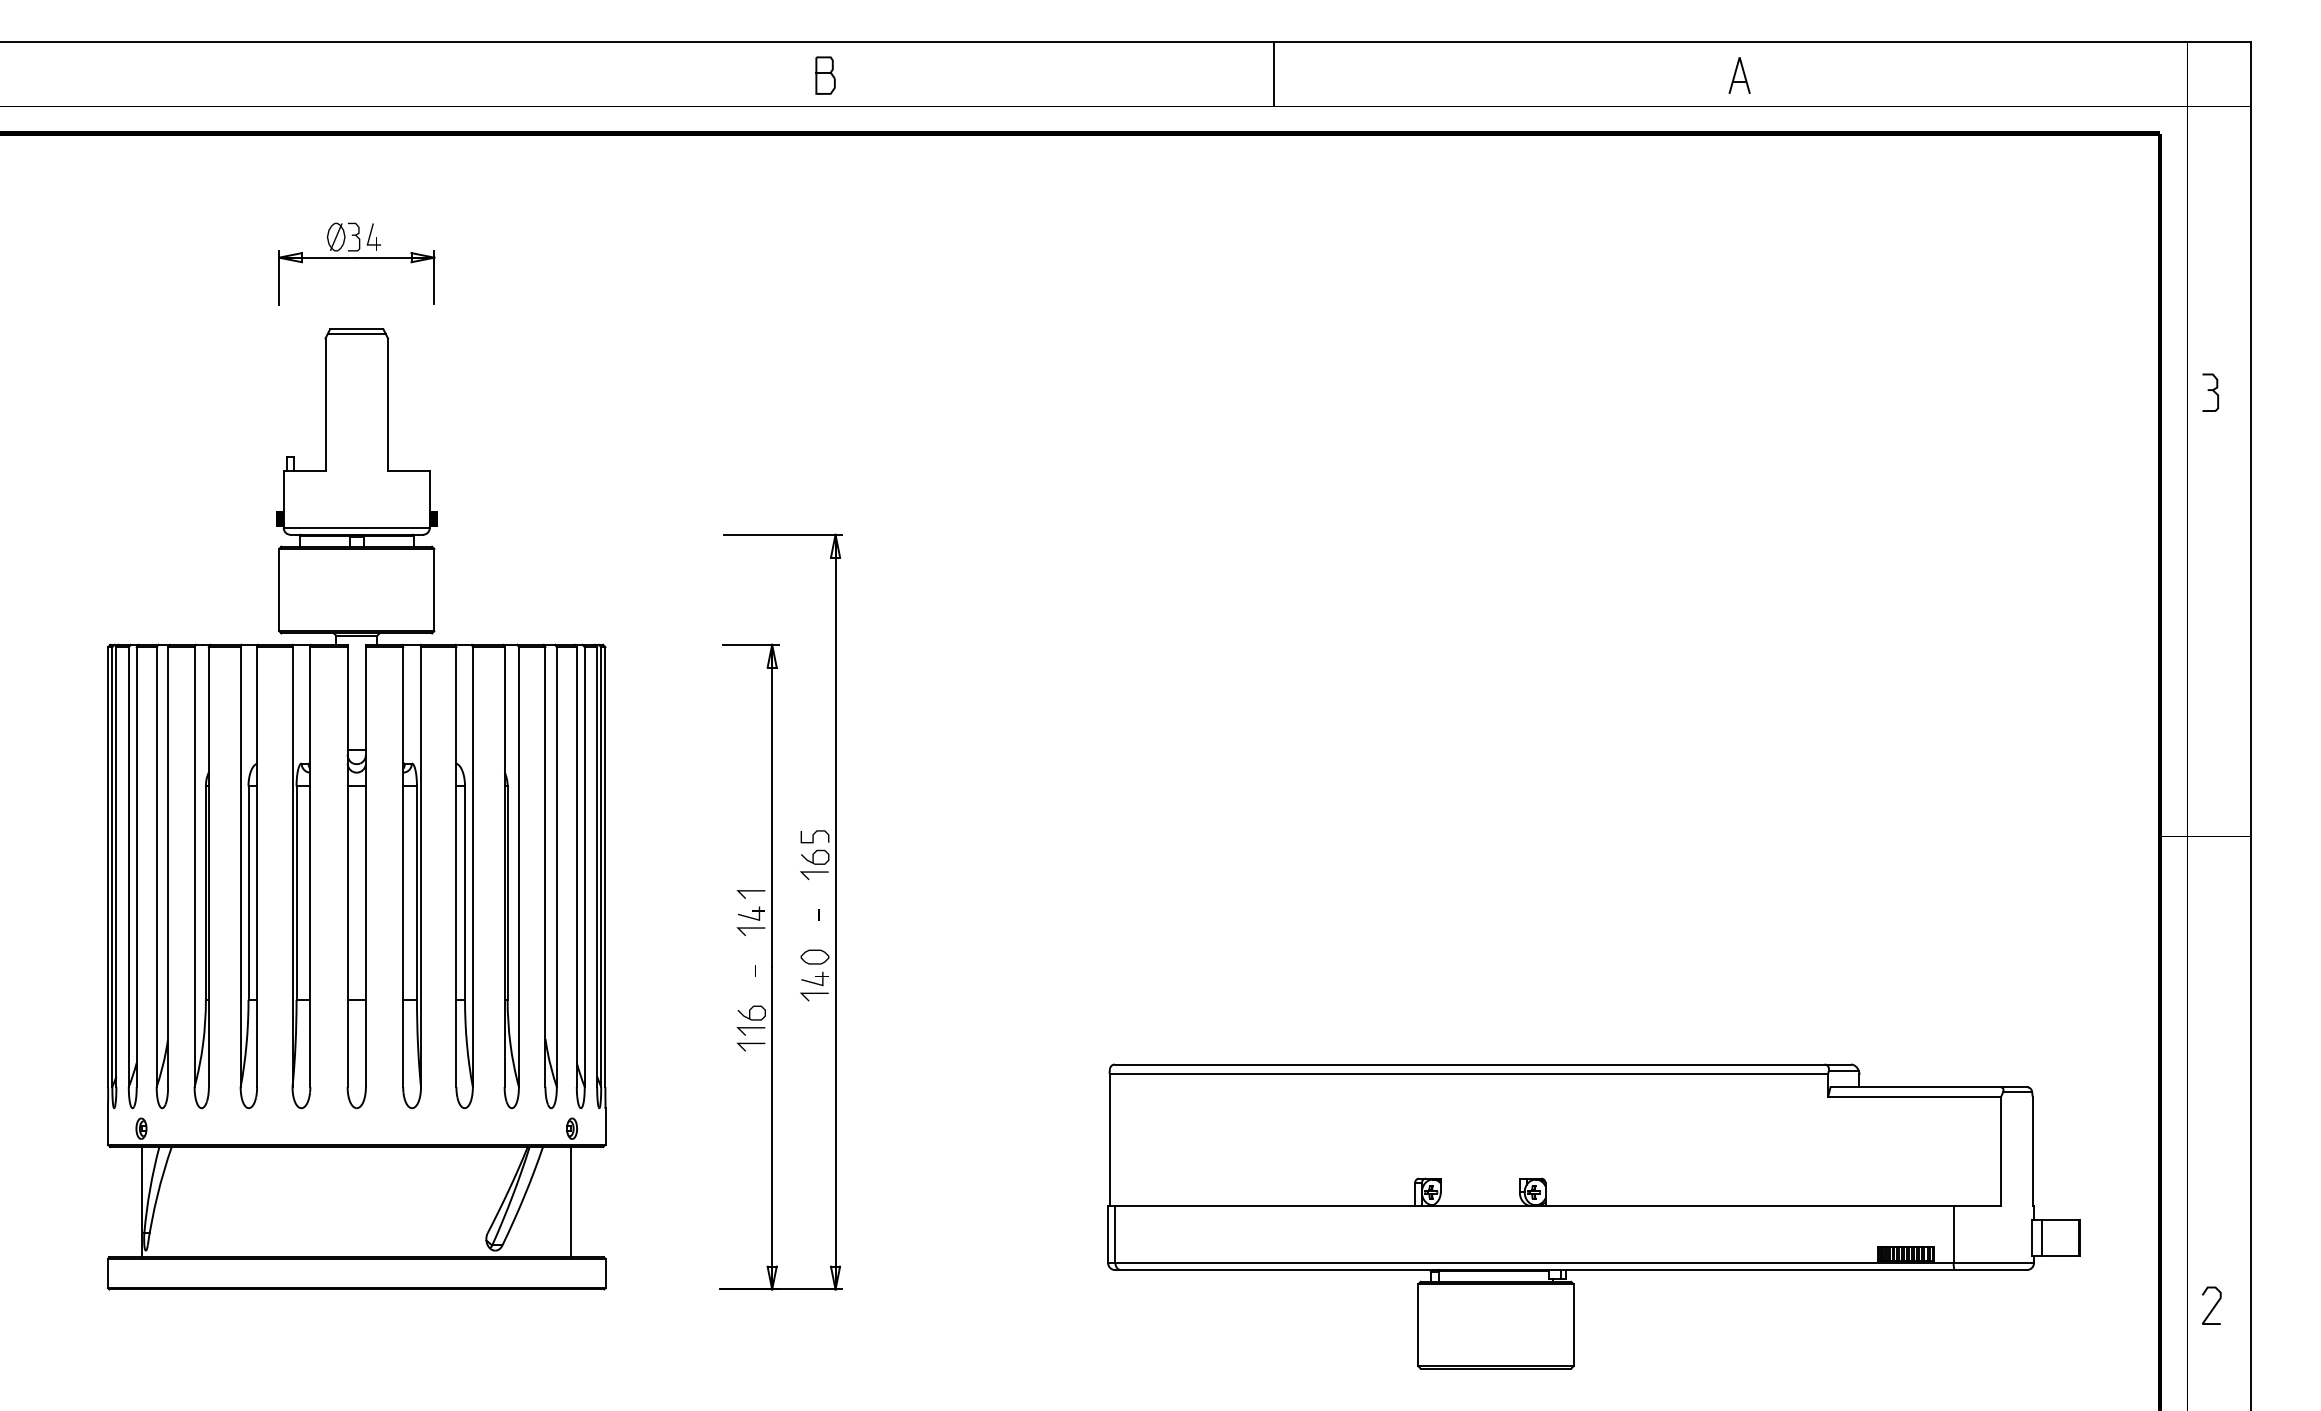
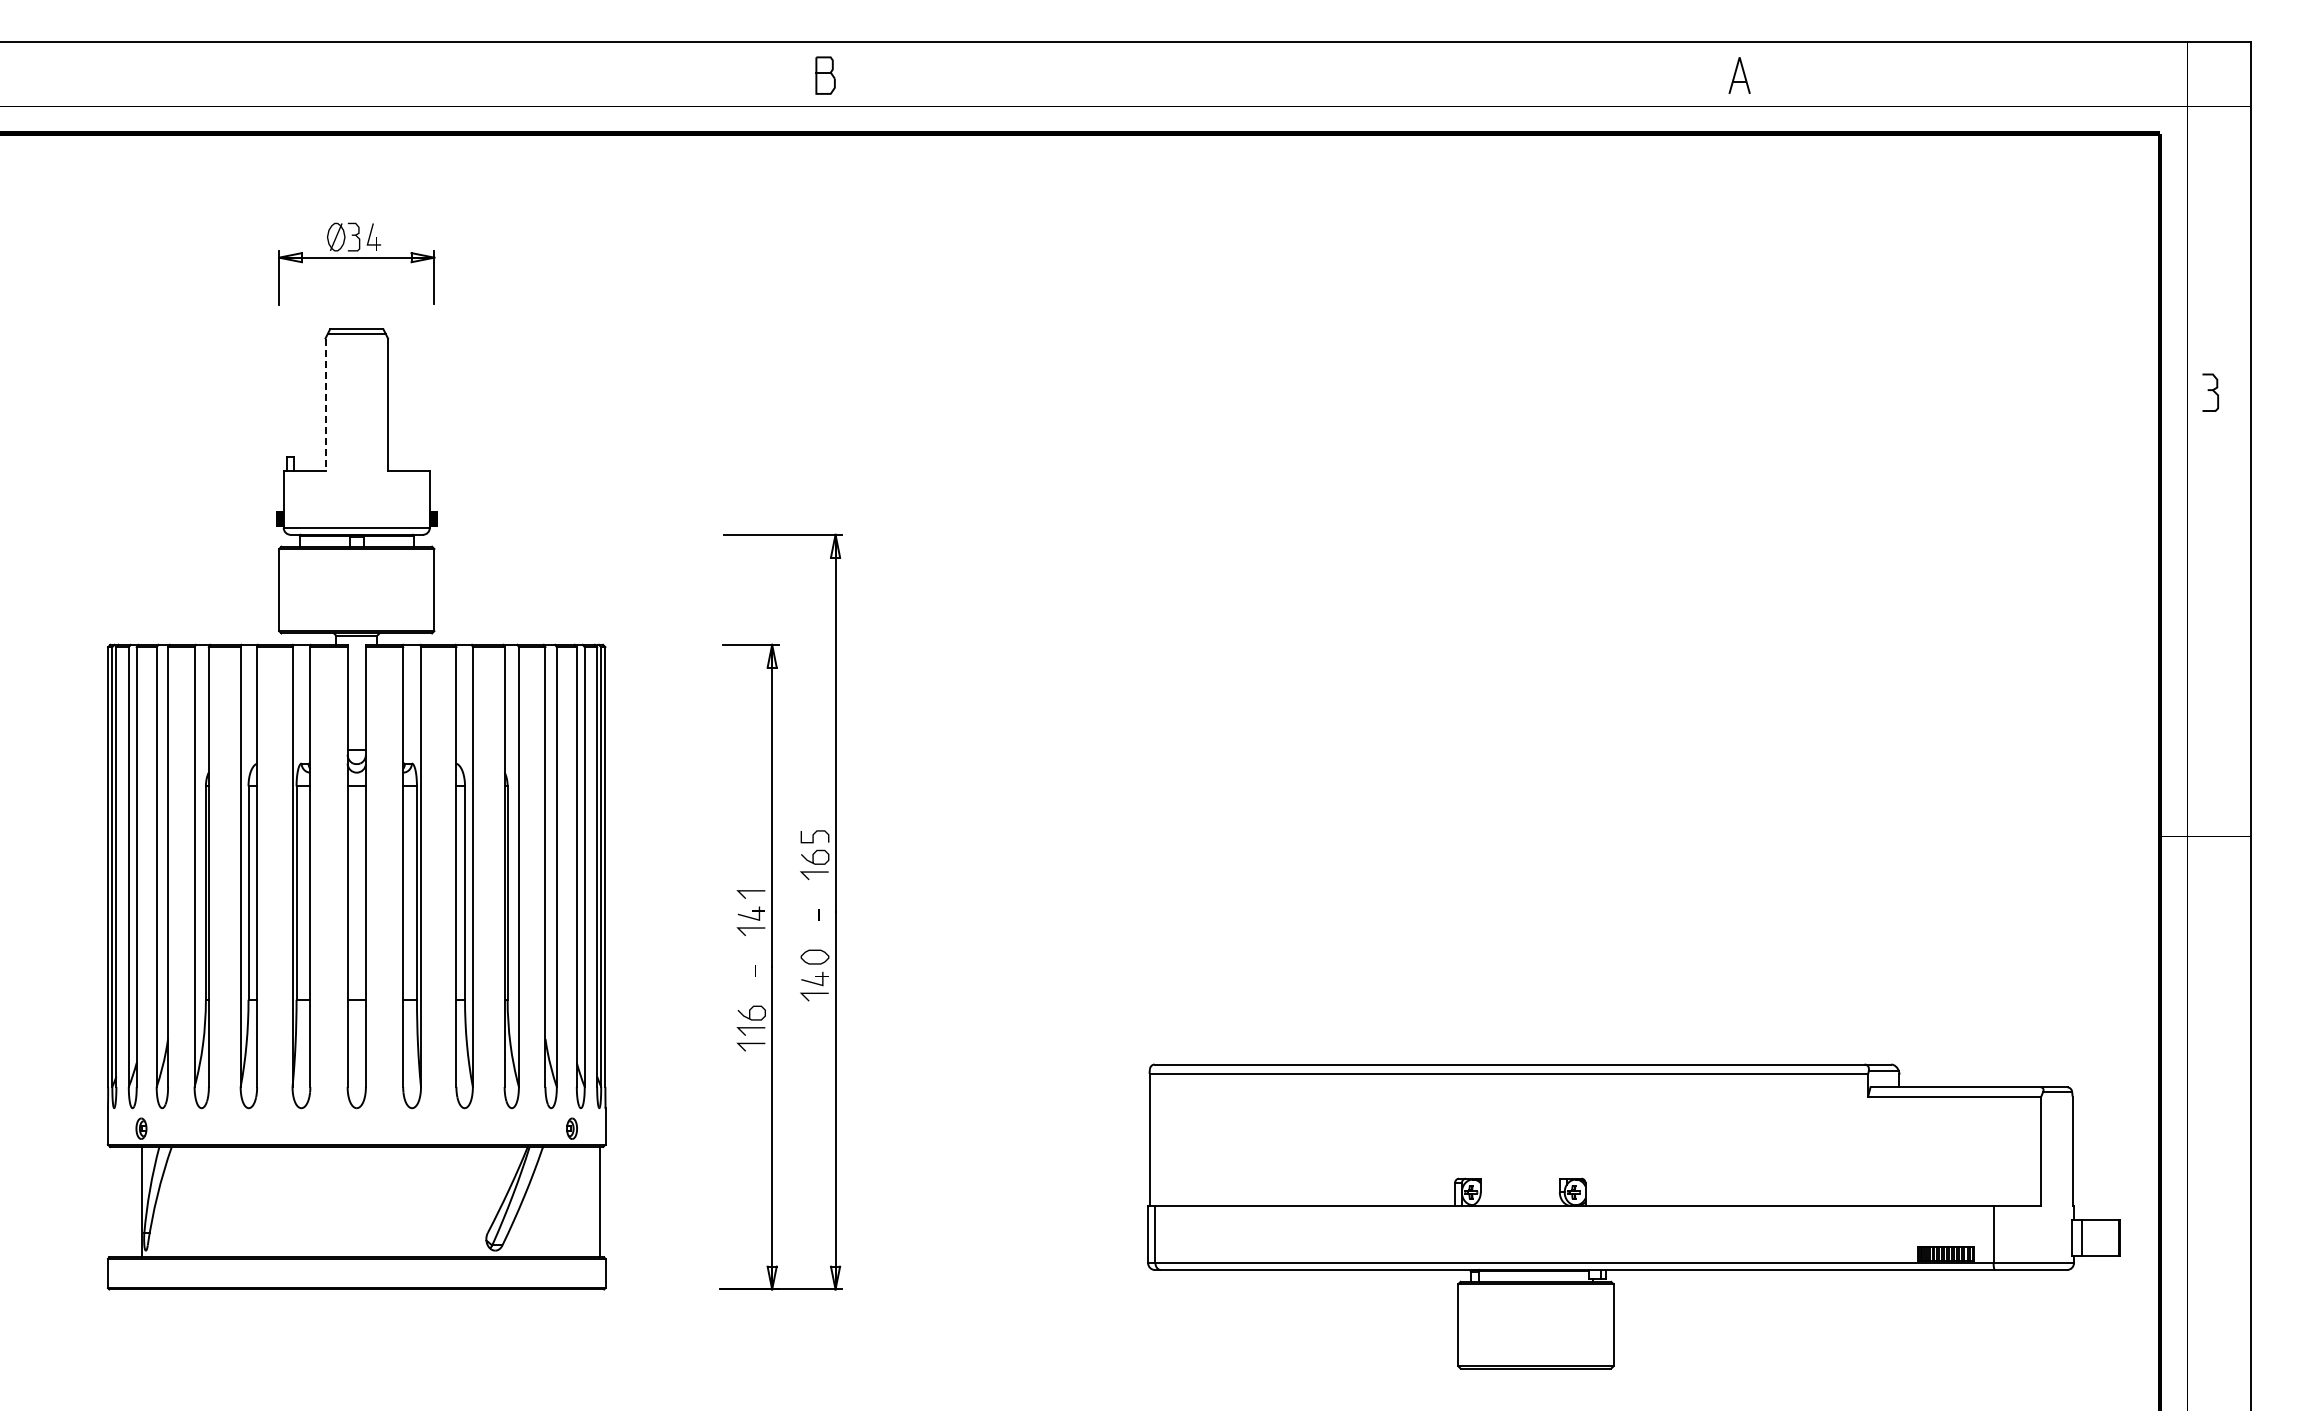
line at (1274, 74): present -> none
line at (325, 405): solid -> dashed
line at (571, 1202) position: (571, 1202) -> (600, 1202)
part at (1593, 1216) position: (1593, 1216) -> (1633, 1216)
curve at (2213, 1306): present -> none
